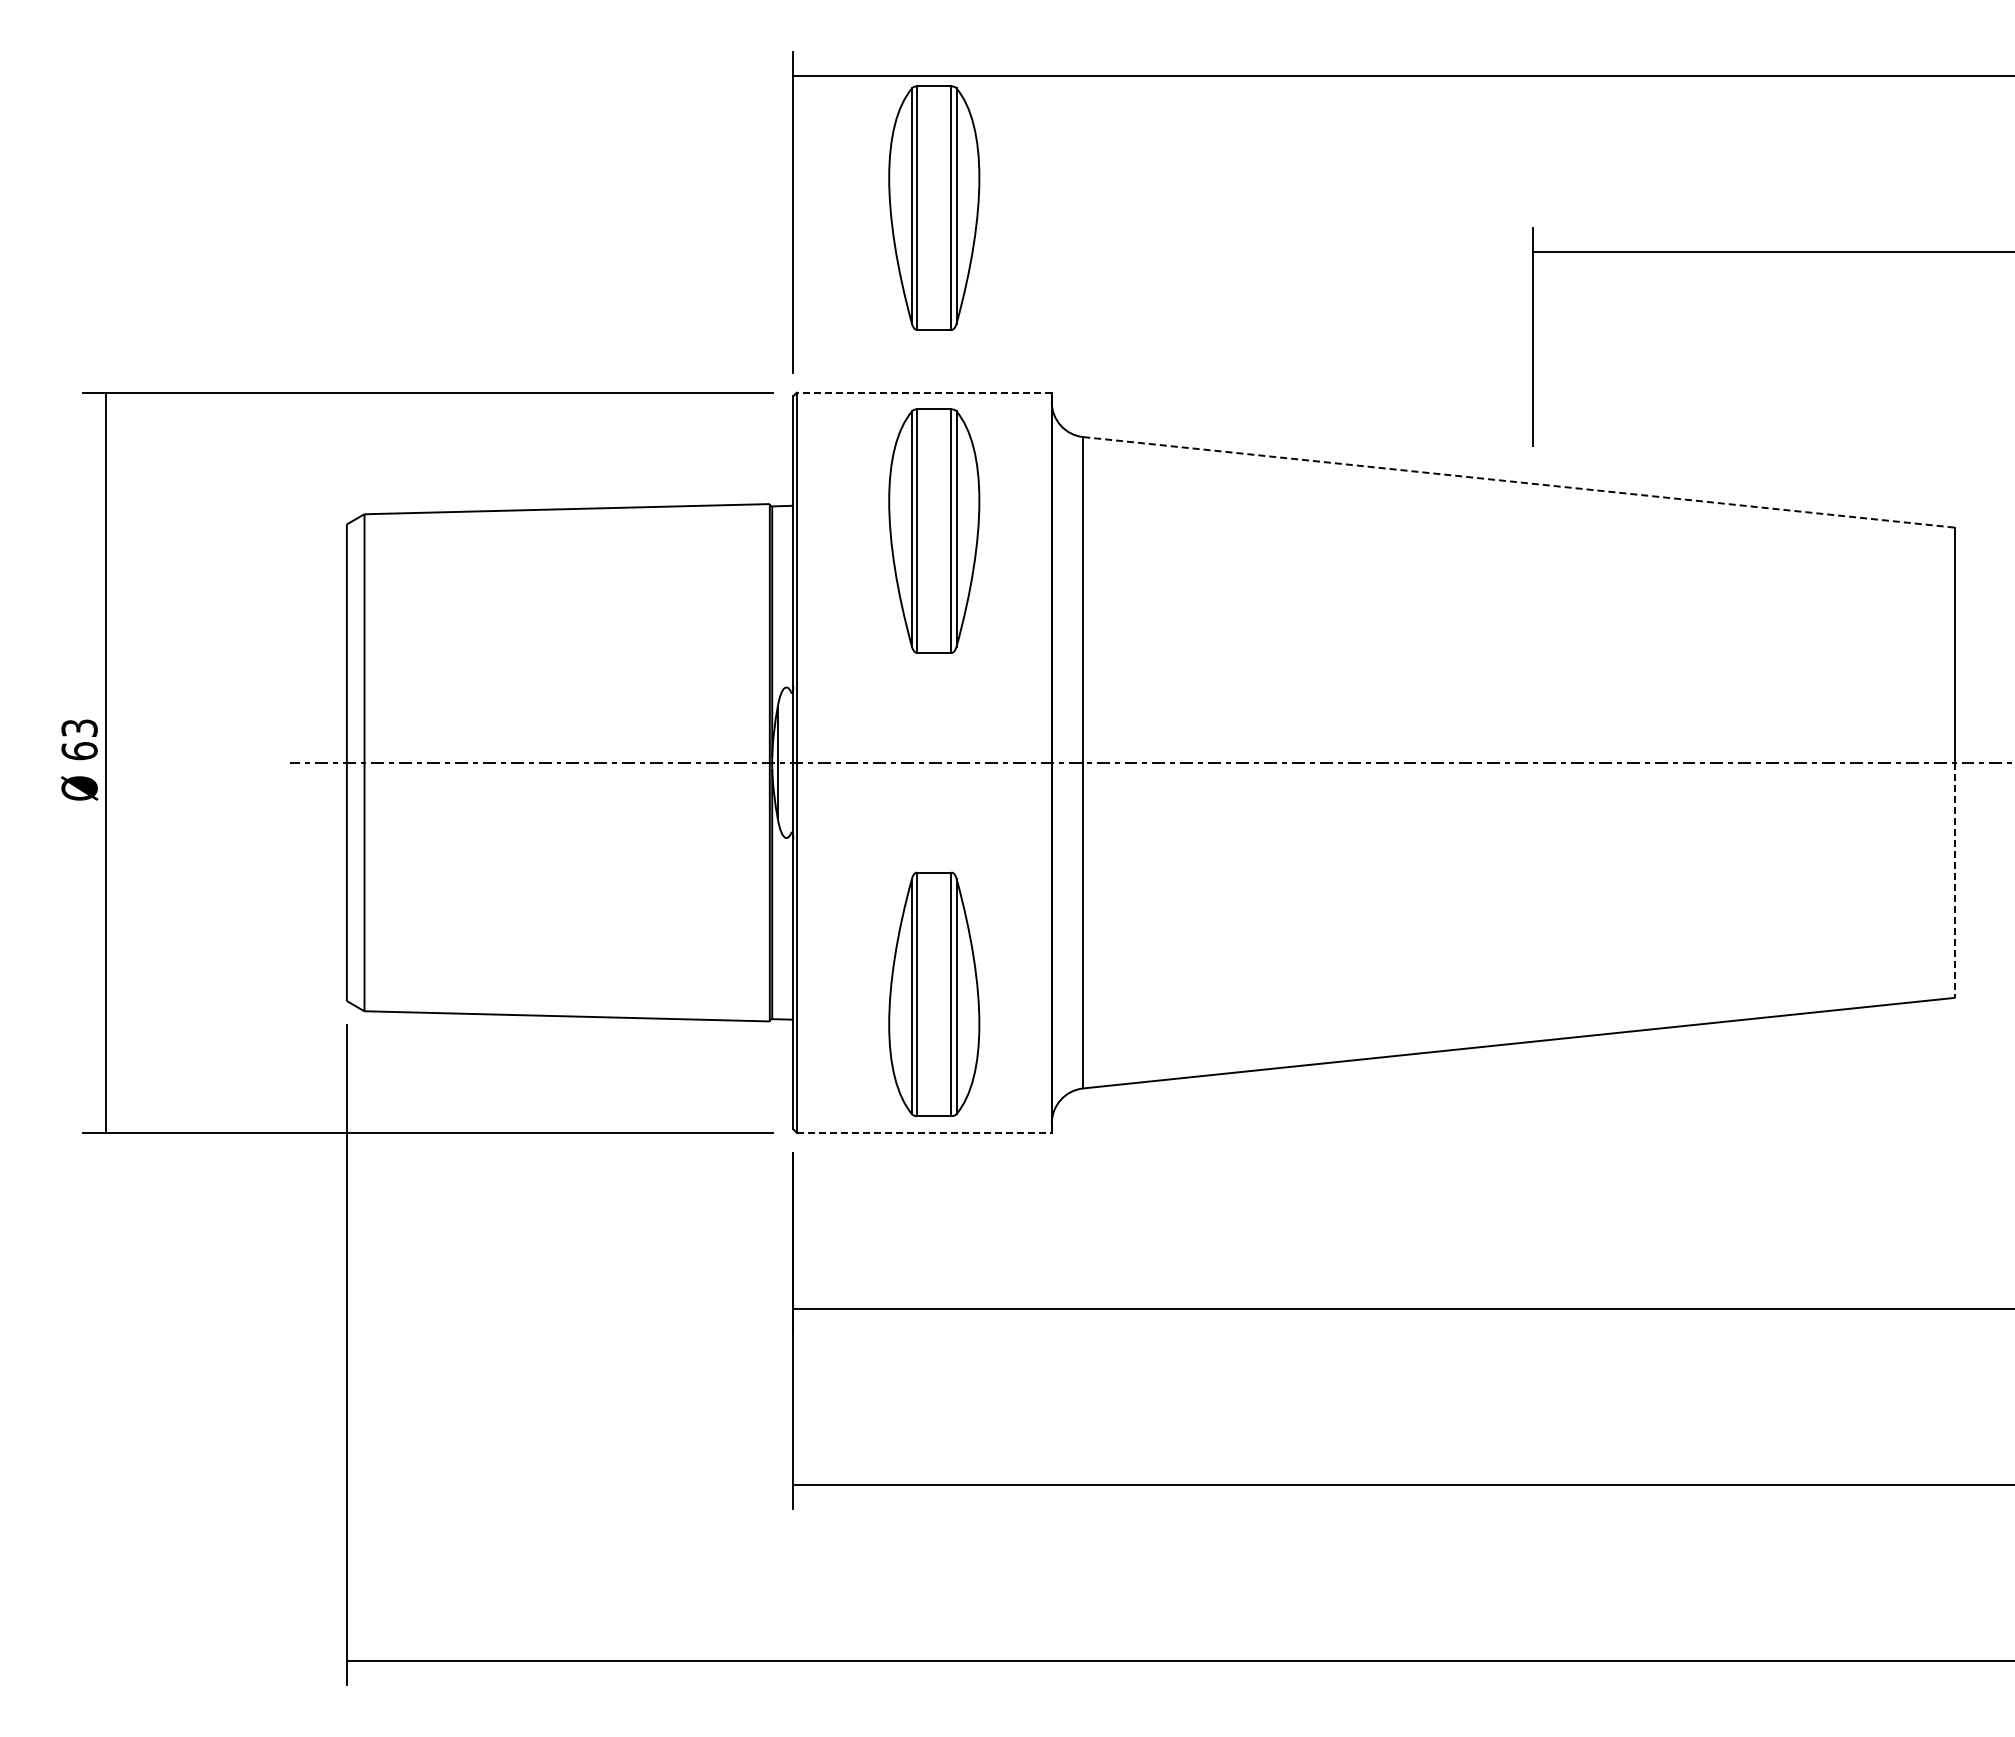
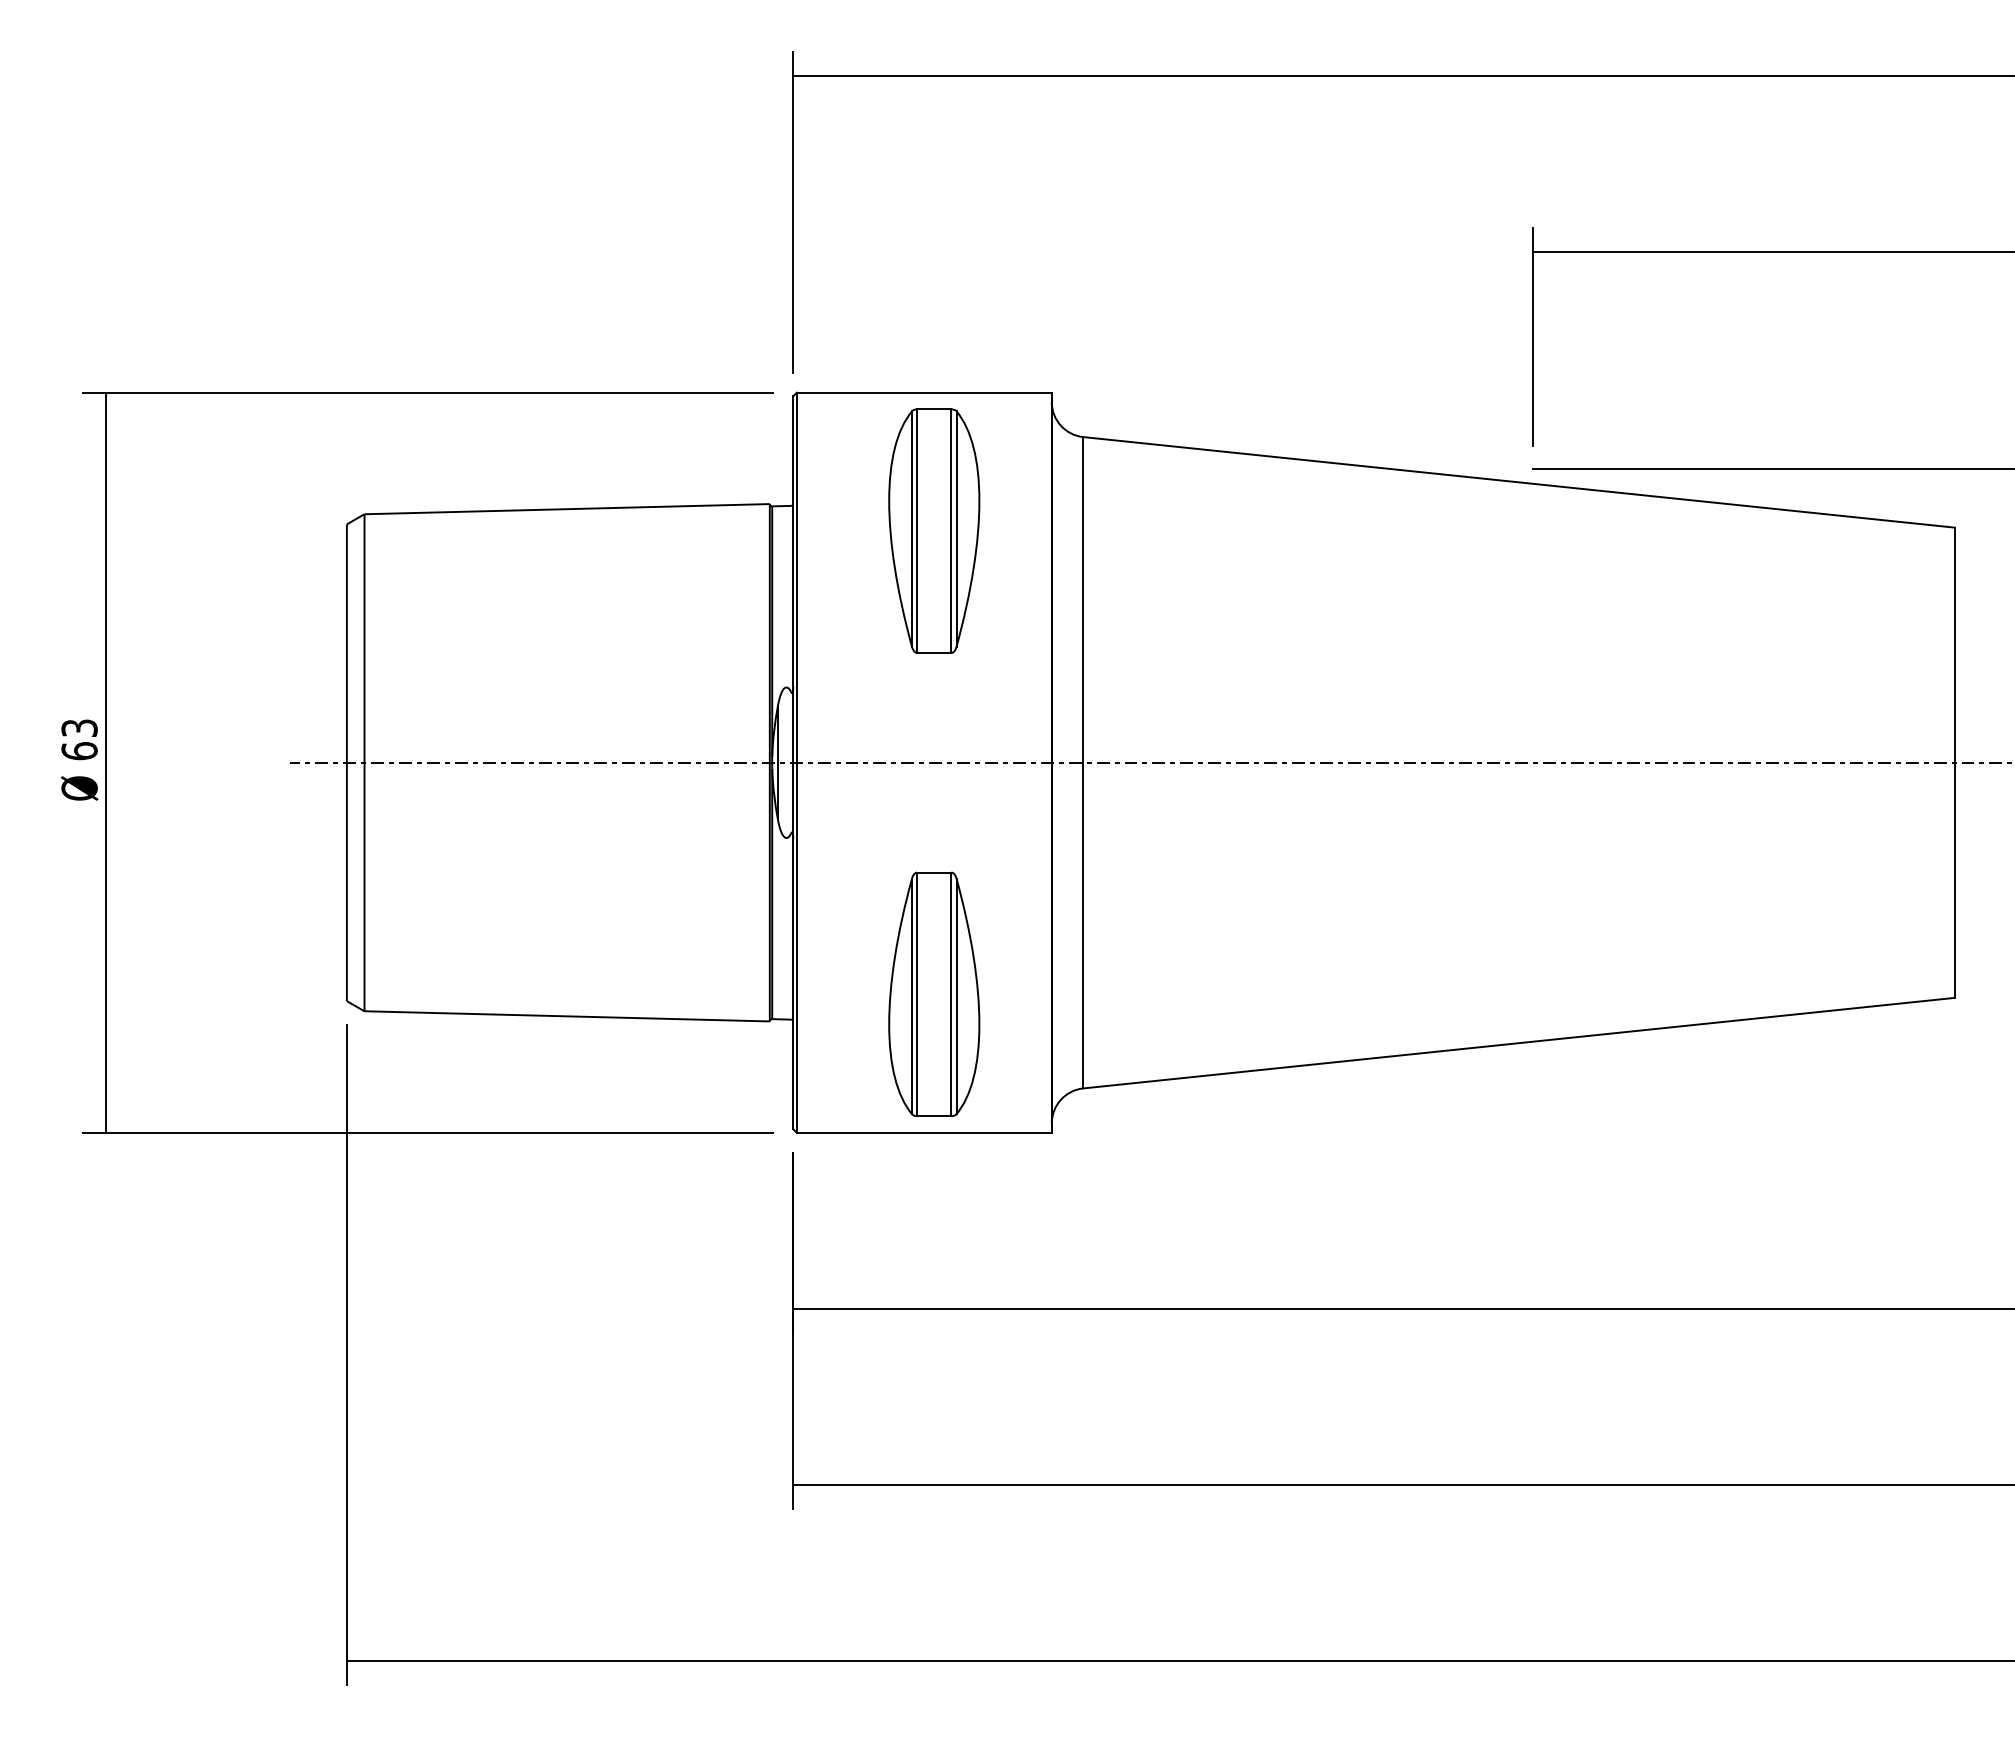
part at (934, 207): present -> none
line at (923, 392): dashed -> solid
line at (1772, 469): none -> present
line at (1518, 482): dashed -> solid
line at (1954, 880): dashed -> solid
line at (924, 1132): dashed -> solid
